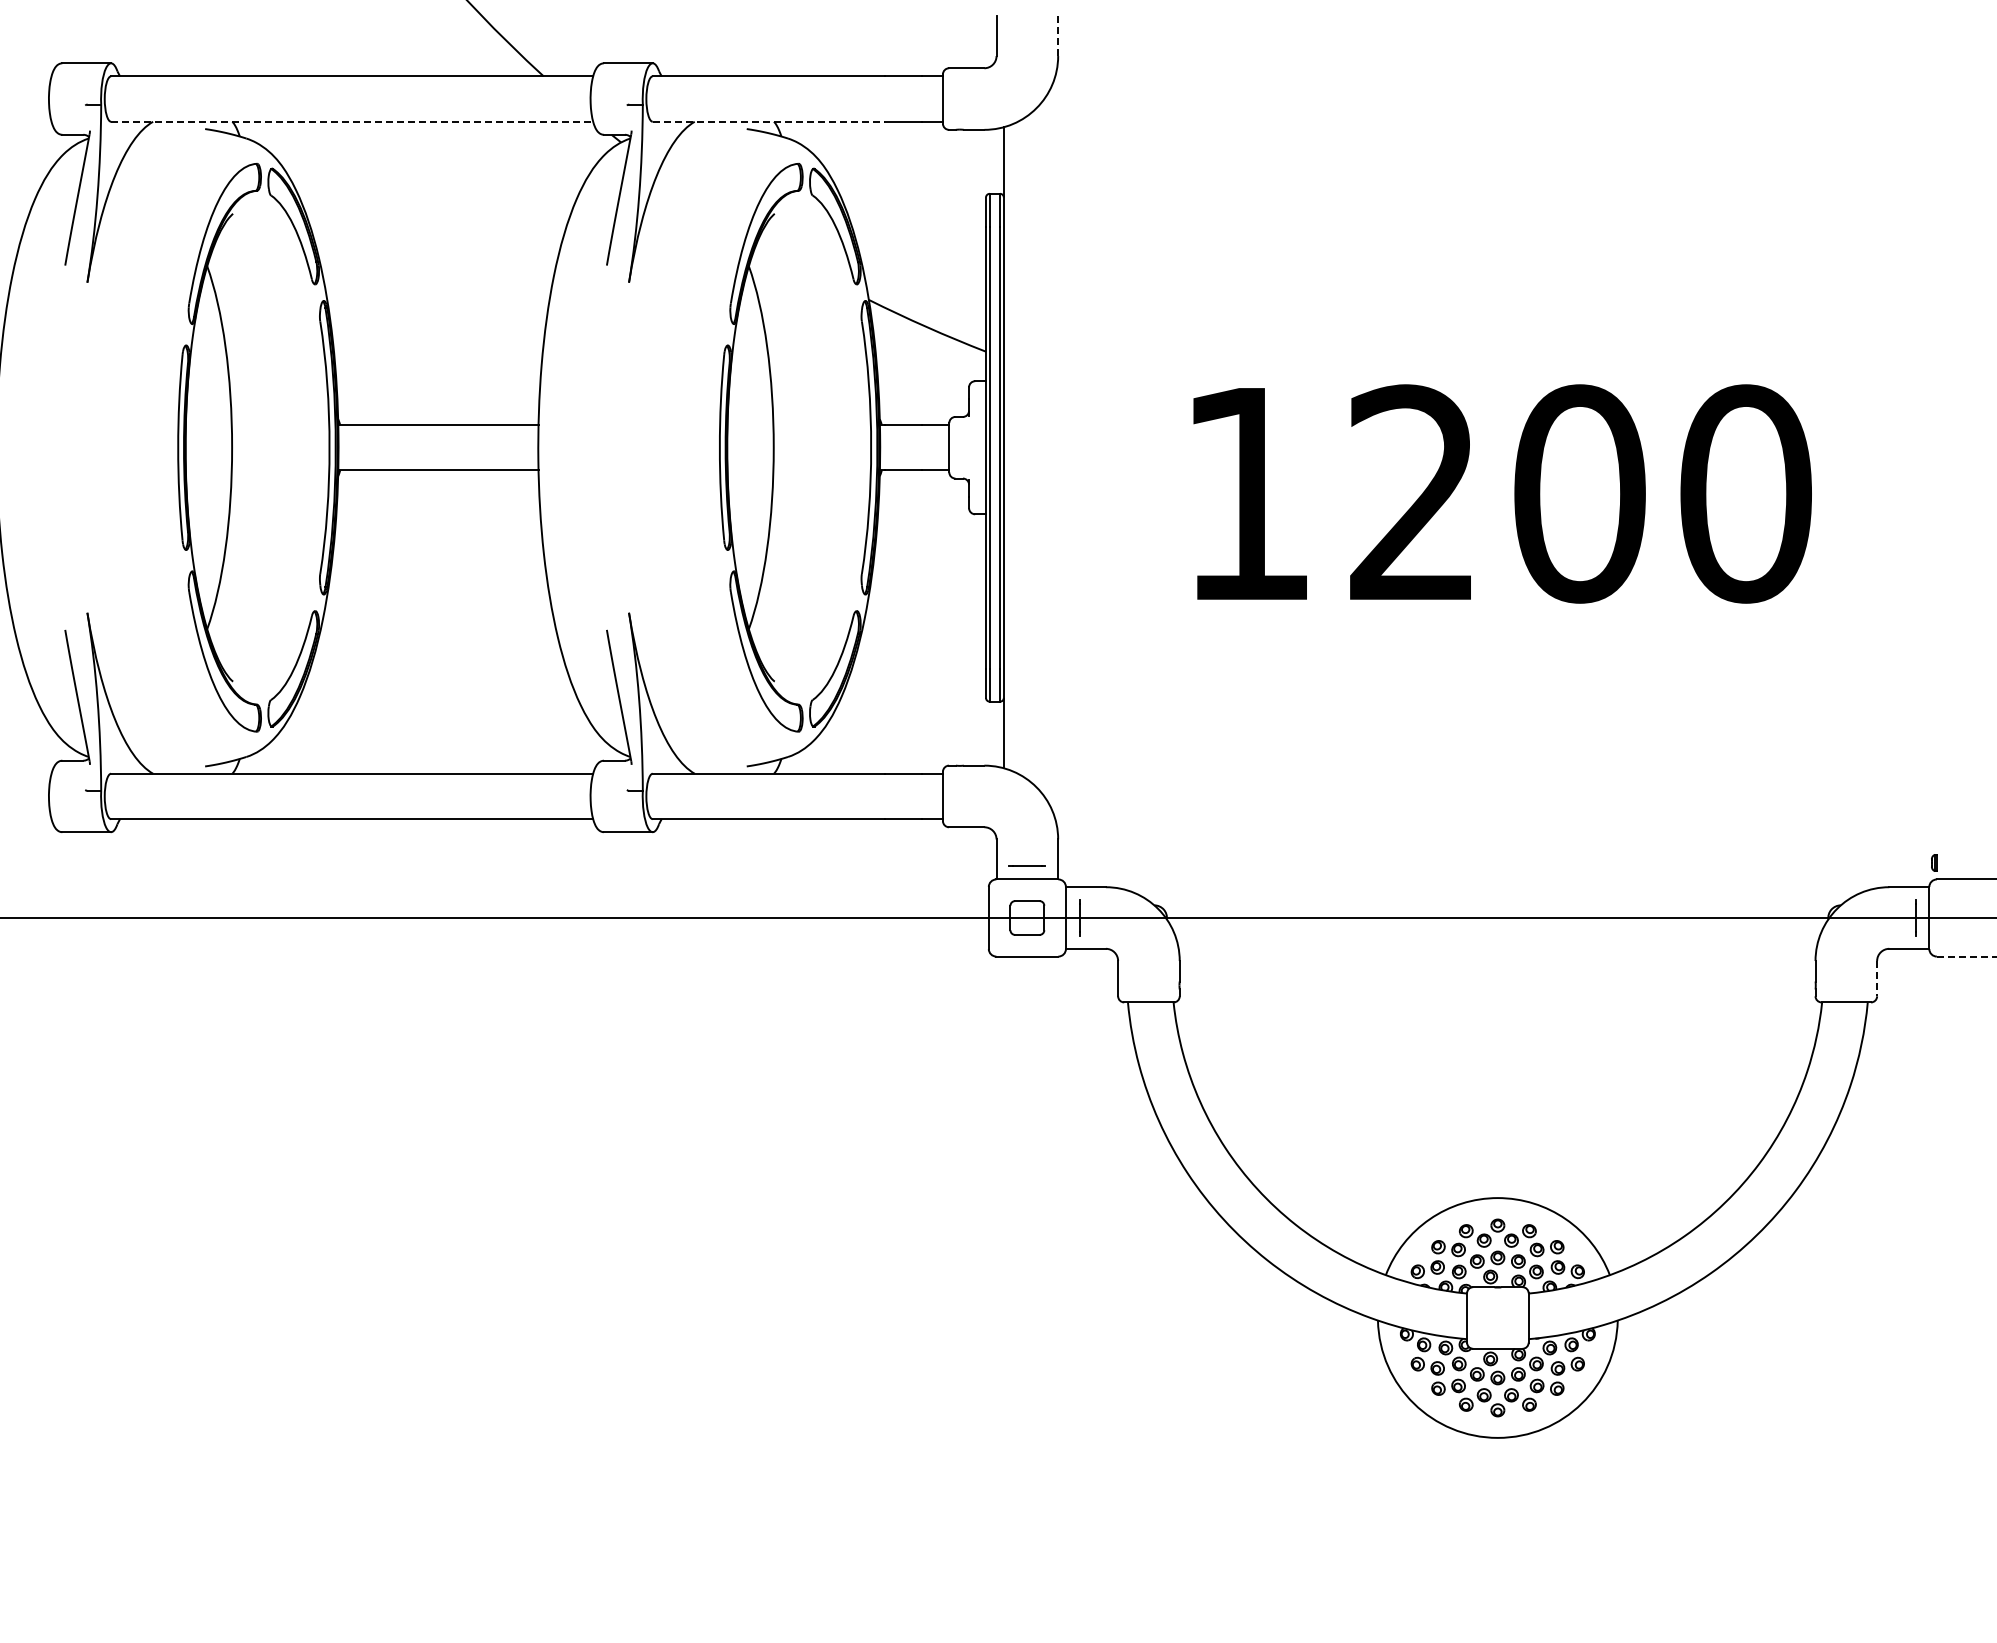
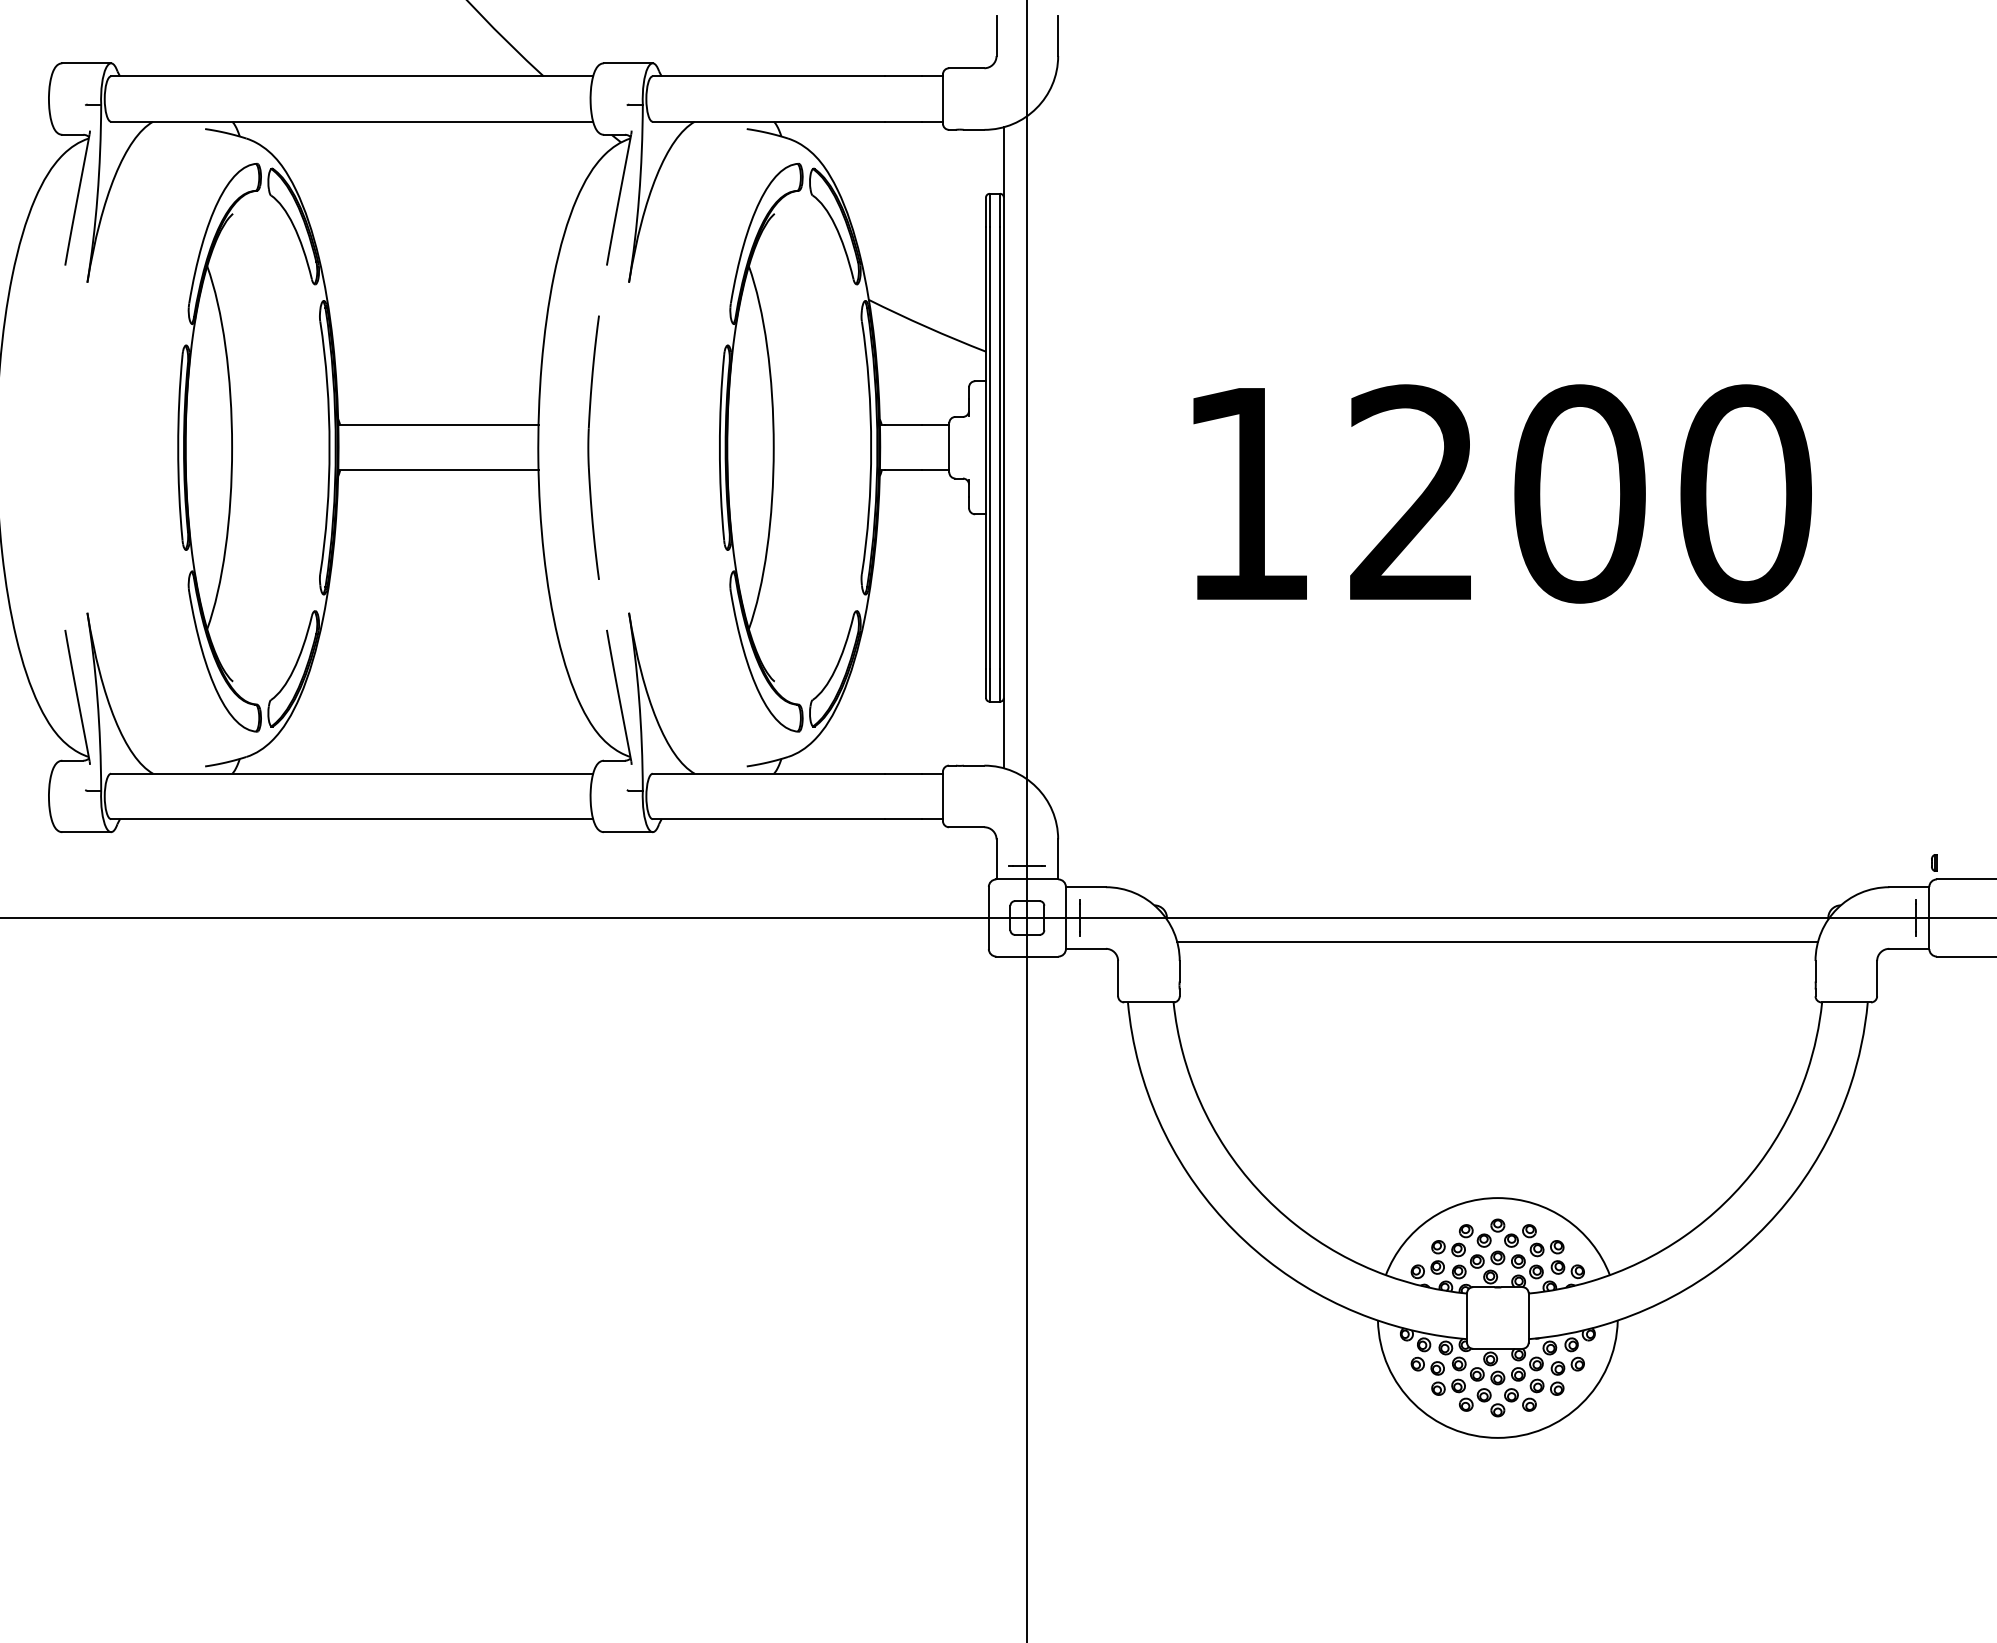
line at (1058, 36): dashed -> solid
line at (352, 121): dashed -> solid
line at (769, 121): dashed -> solid
part at (593, 447): none -> present
line at (1027, 820): none -> present
line at (1497, 941): none -> present
line at (1966, 956): dashed -> solid
line at (1877, 978): dashed -> solid
